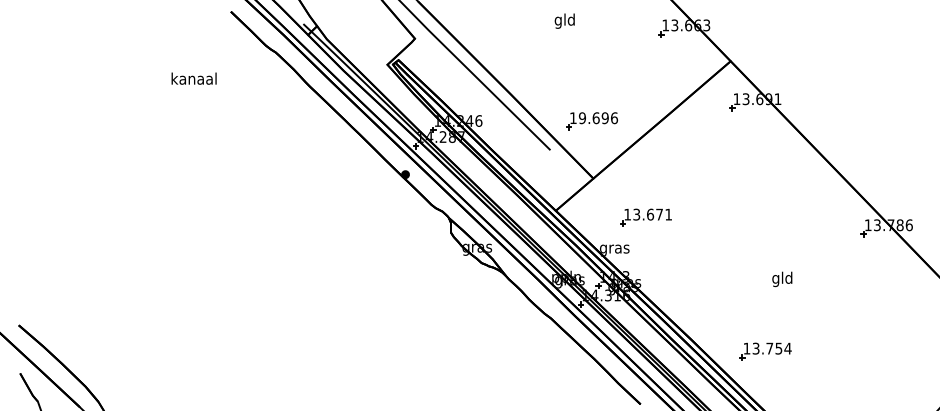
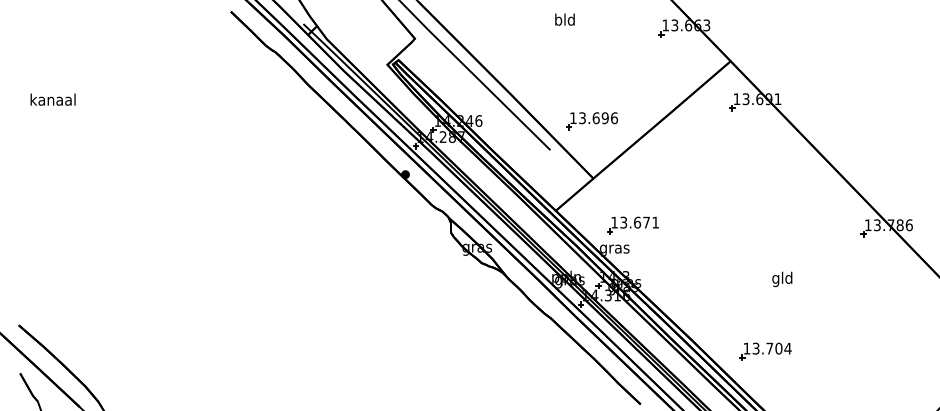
text at (558, 20): gld -> bld
text at (193, 78) position: (193, 78) -> (52, 99)
text at (582, 117): 19.696 -> 13.696
part at (645, 217) position: (645, 217) -> (632, 225)
text at (778, 348): 13.754 -> 13.704
